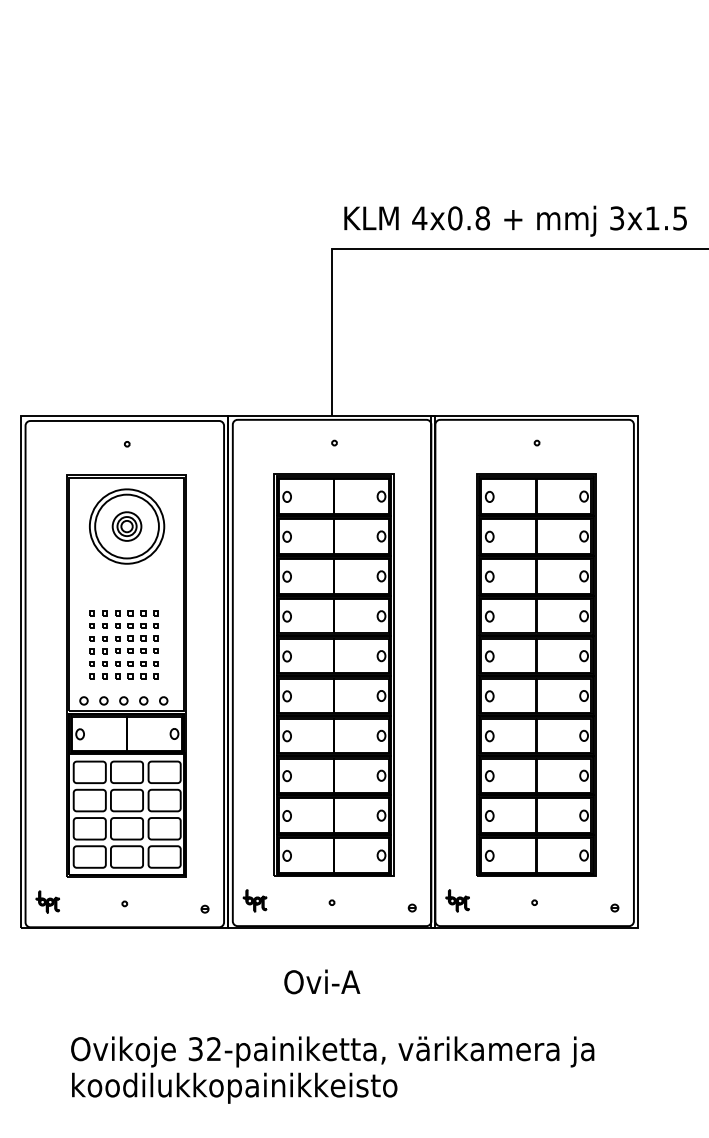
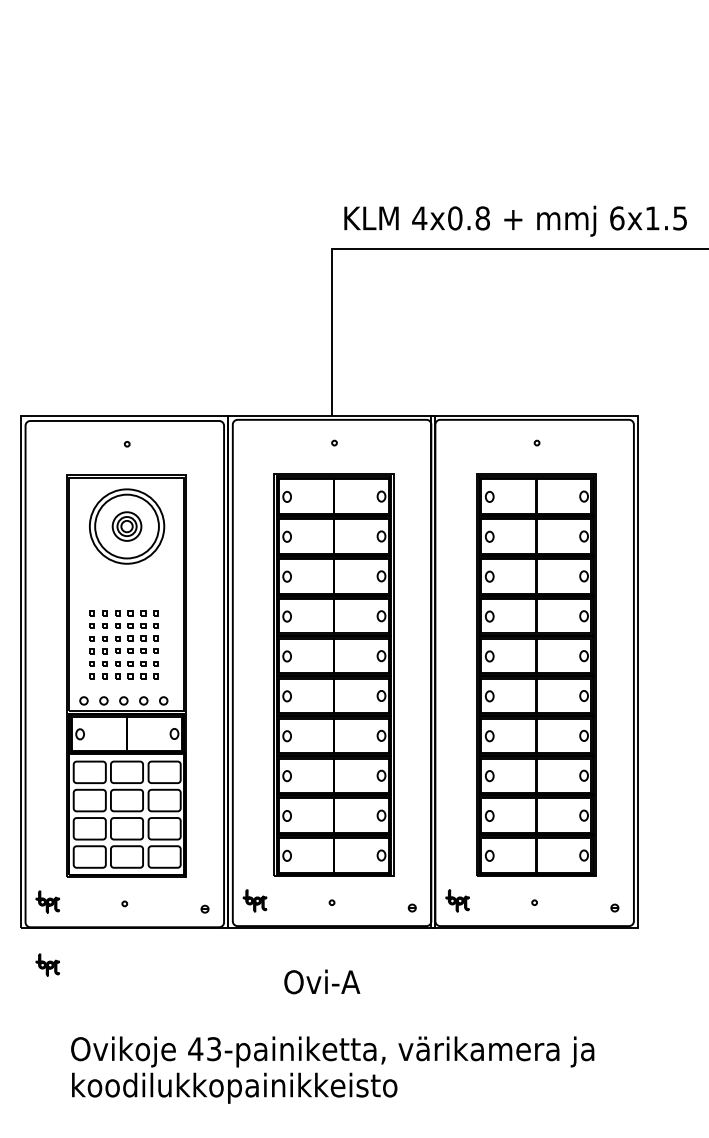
text at (617, 218): 3x1.5 -> 6x1.5
part at (47, 964): none -> present
text at (204, 1049): 32-painiketta, -> 43-painiketta,
